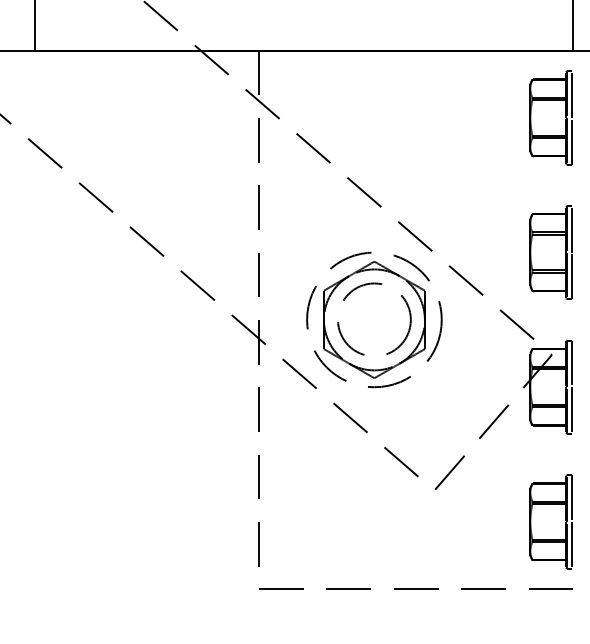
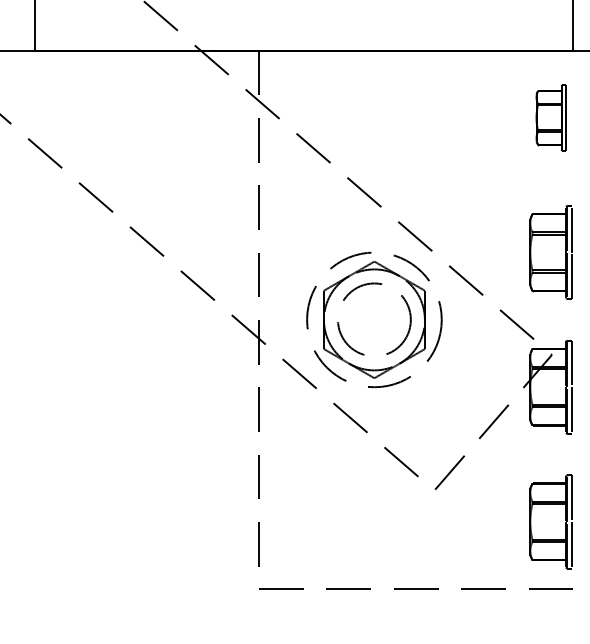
part at (550, 117) size: 44x96 px -> 32x68 px
